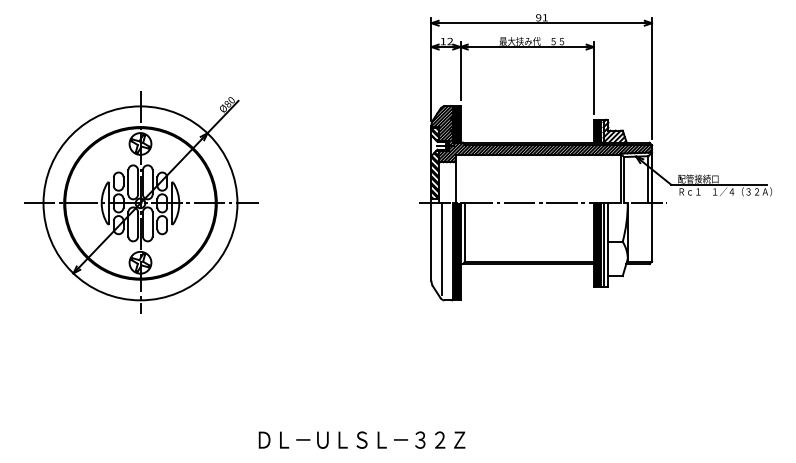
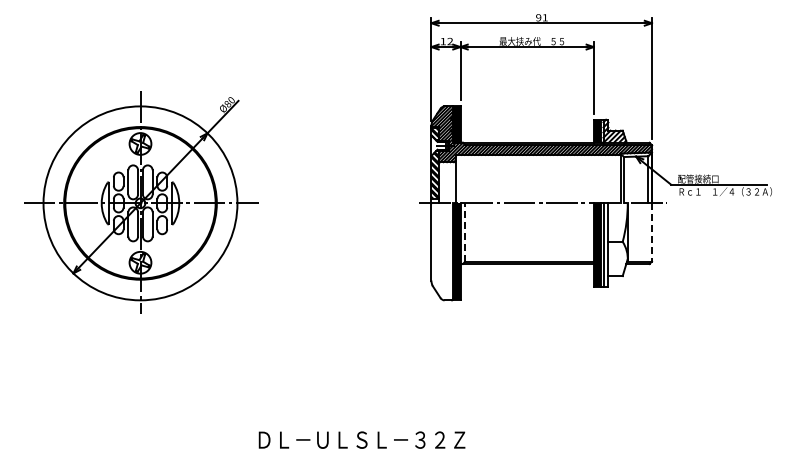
line at (465, 231): solid -> dashed
line at (652, 232): solid -> dashed
line at (441, 248): present -> none
